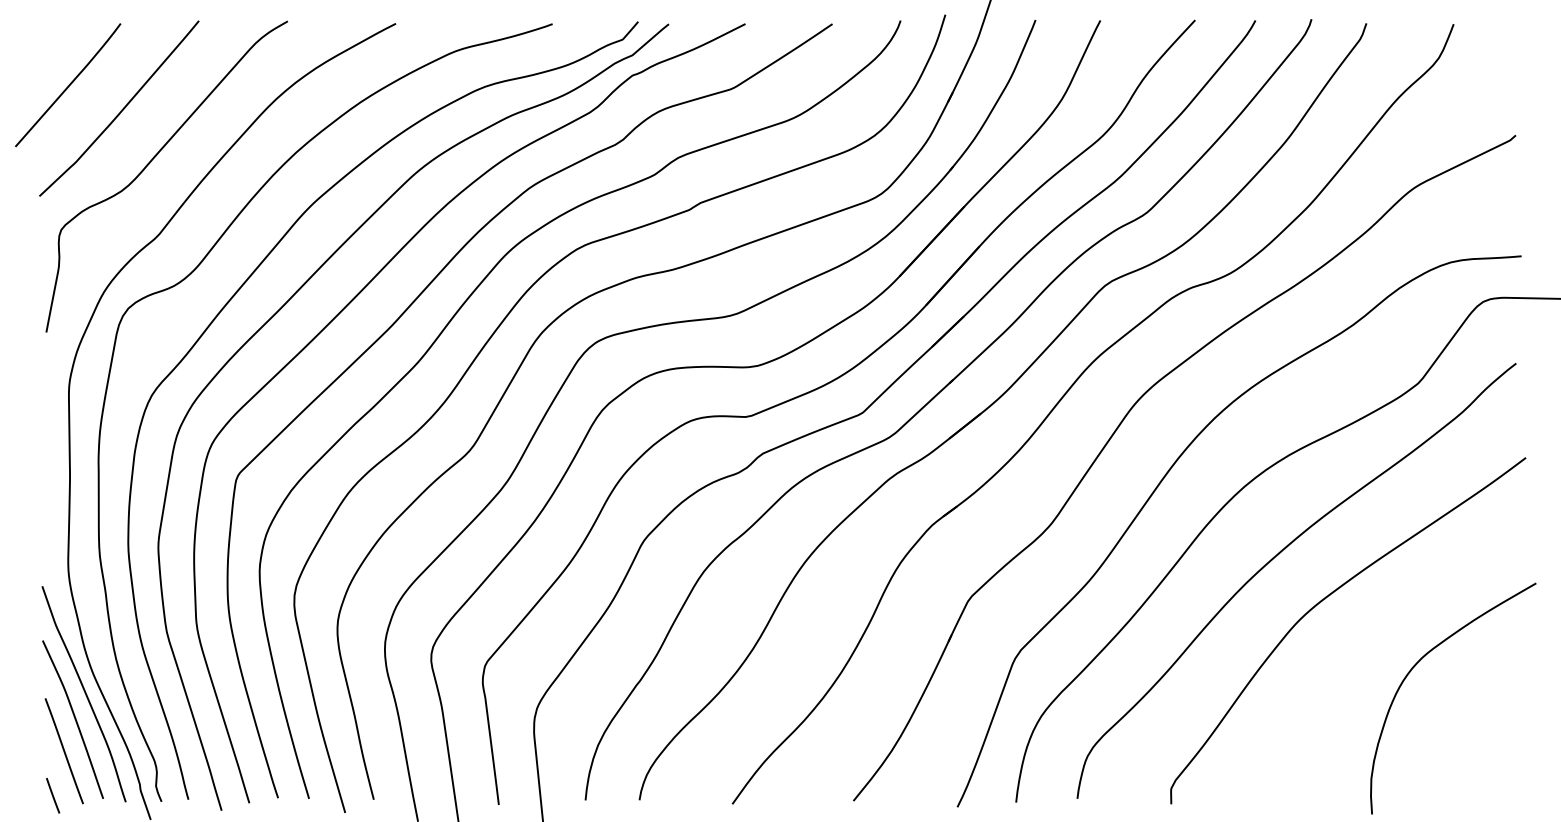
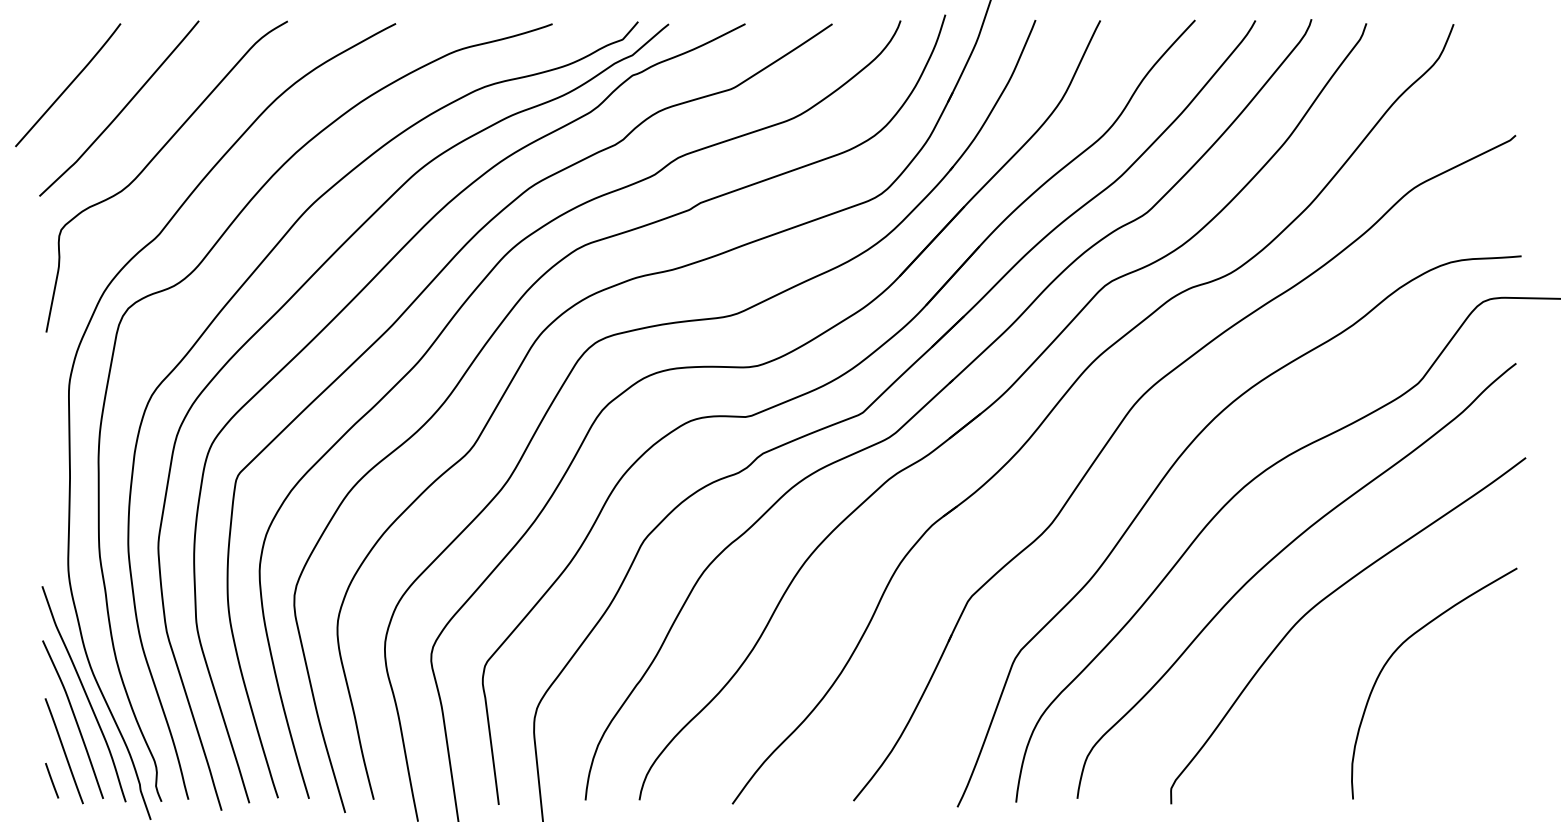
curve at (1418, 663) position: (1418, 663) -> (1399, 648)
line at (53, 795) position: (53, 795) -> (52, 780)
